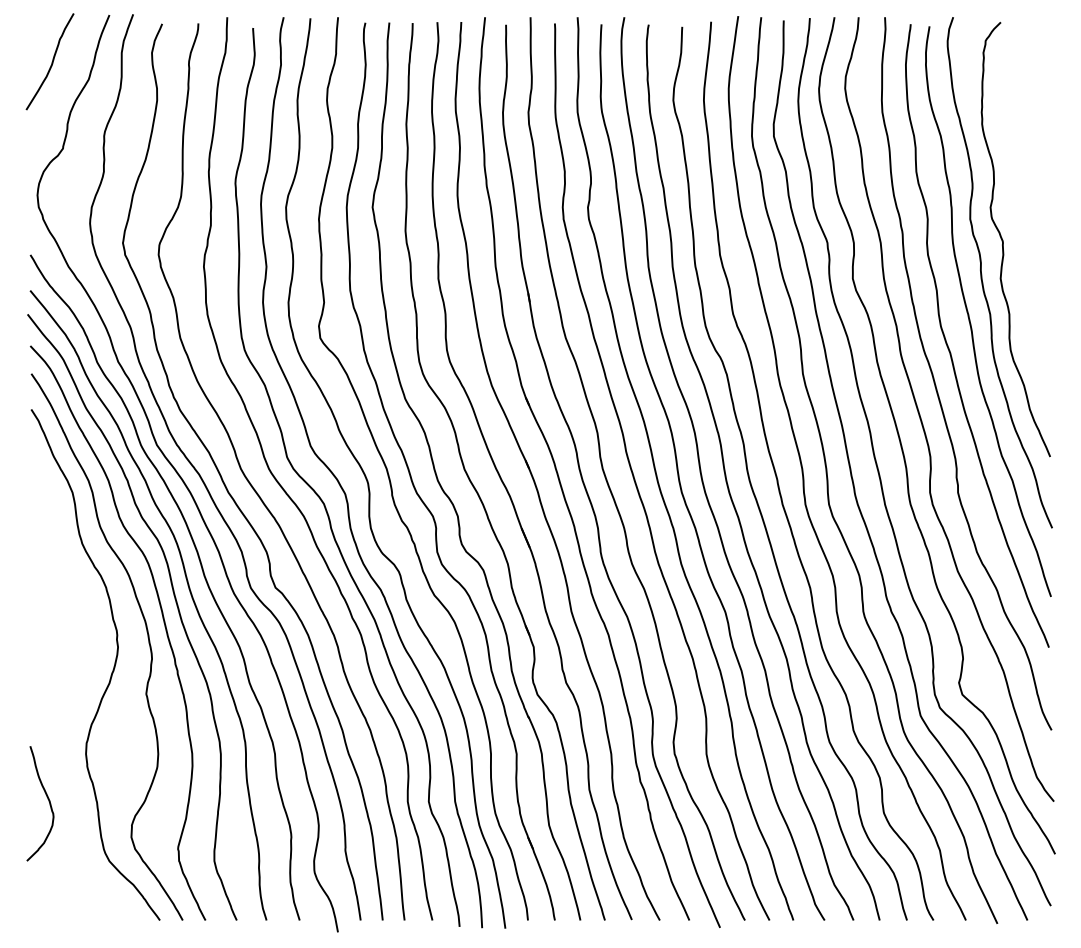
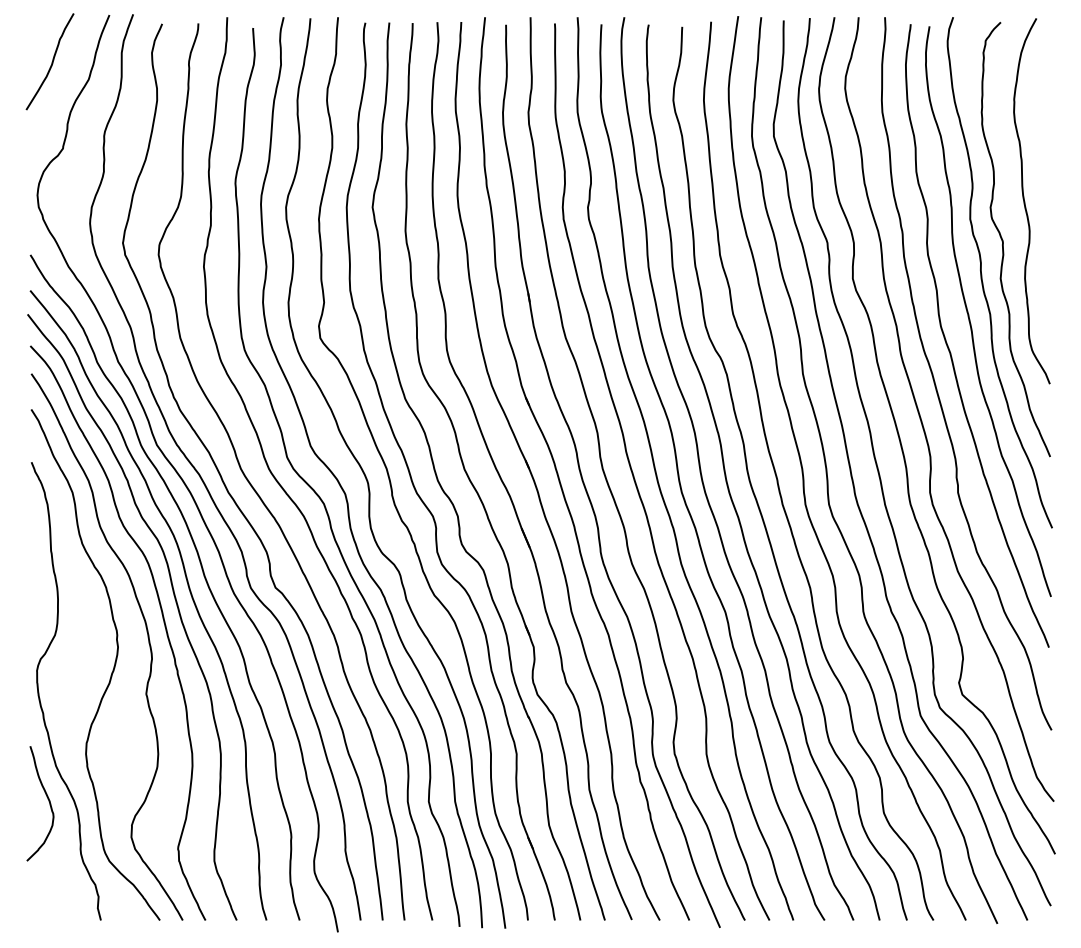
curve at (1025, 201): none -> present
curve at (40, 698): none -> present
